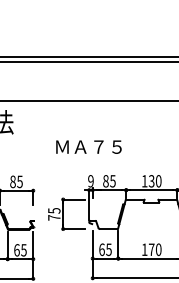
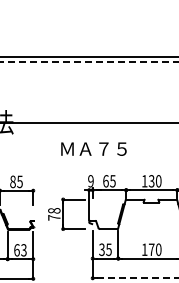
line at (89, 62): solid -> dashed
line at (88, 101) position: (88, 101) -> (88, 123)
text at (88, 146) position: (88, 146) -> (93, 148)
text at (105, 181): 85 -> 65
text at (54, 210): 75 -> 78
text at (23, 249): 65 -> 63
text at (101, 249): 65 -> 35
line at (137, 278): solid -> dashed
